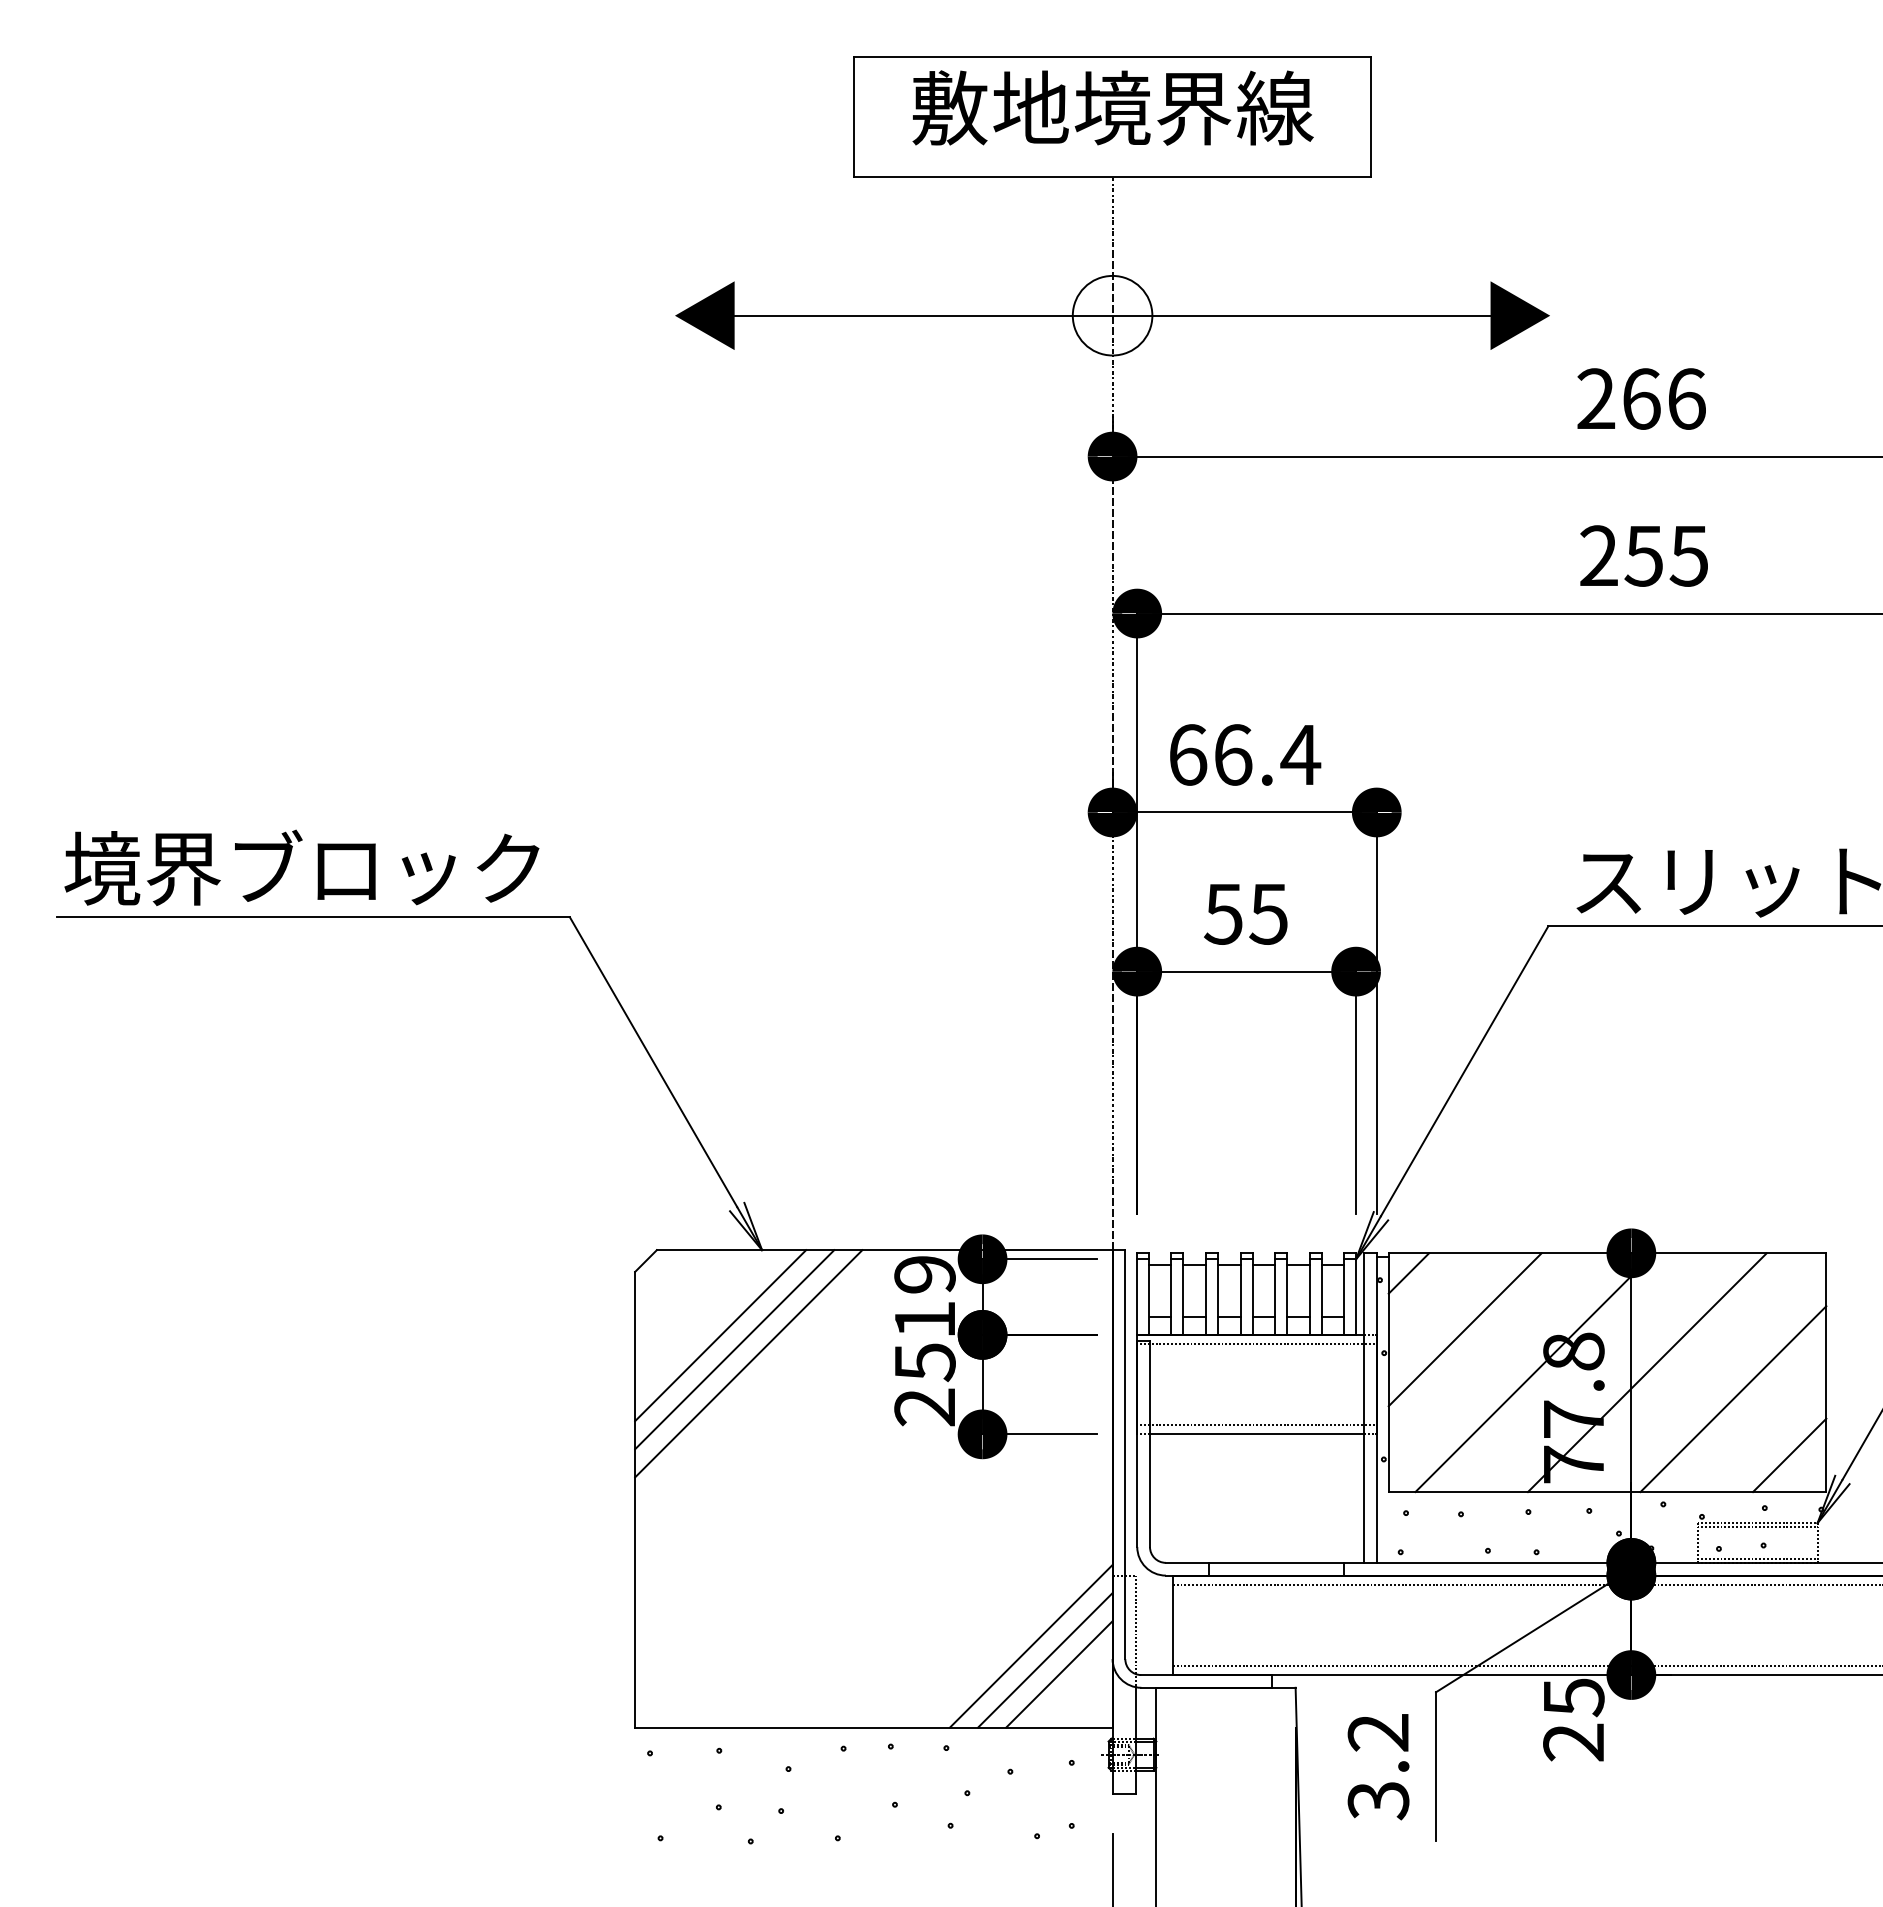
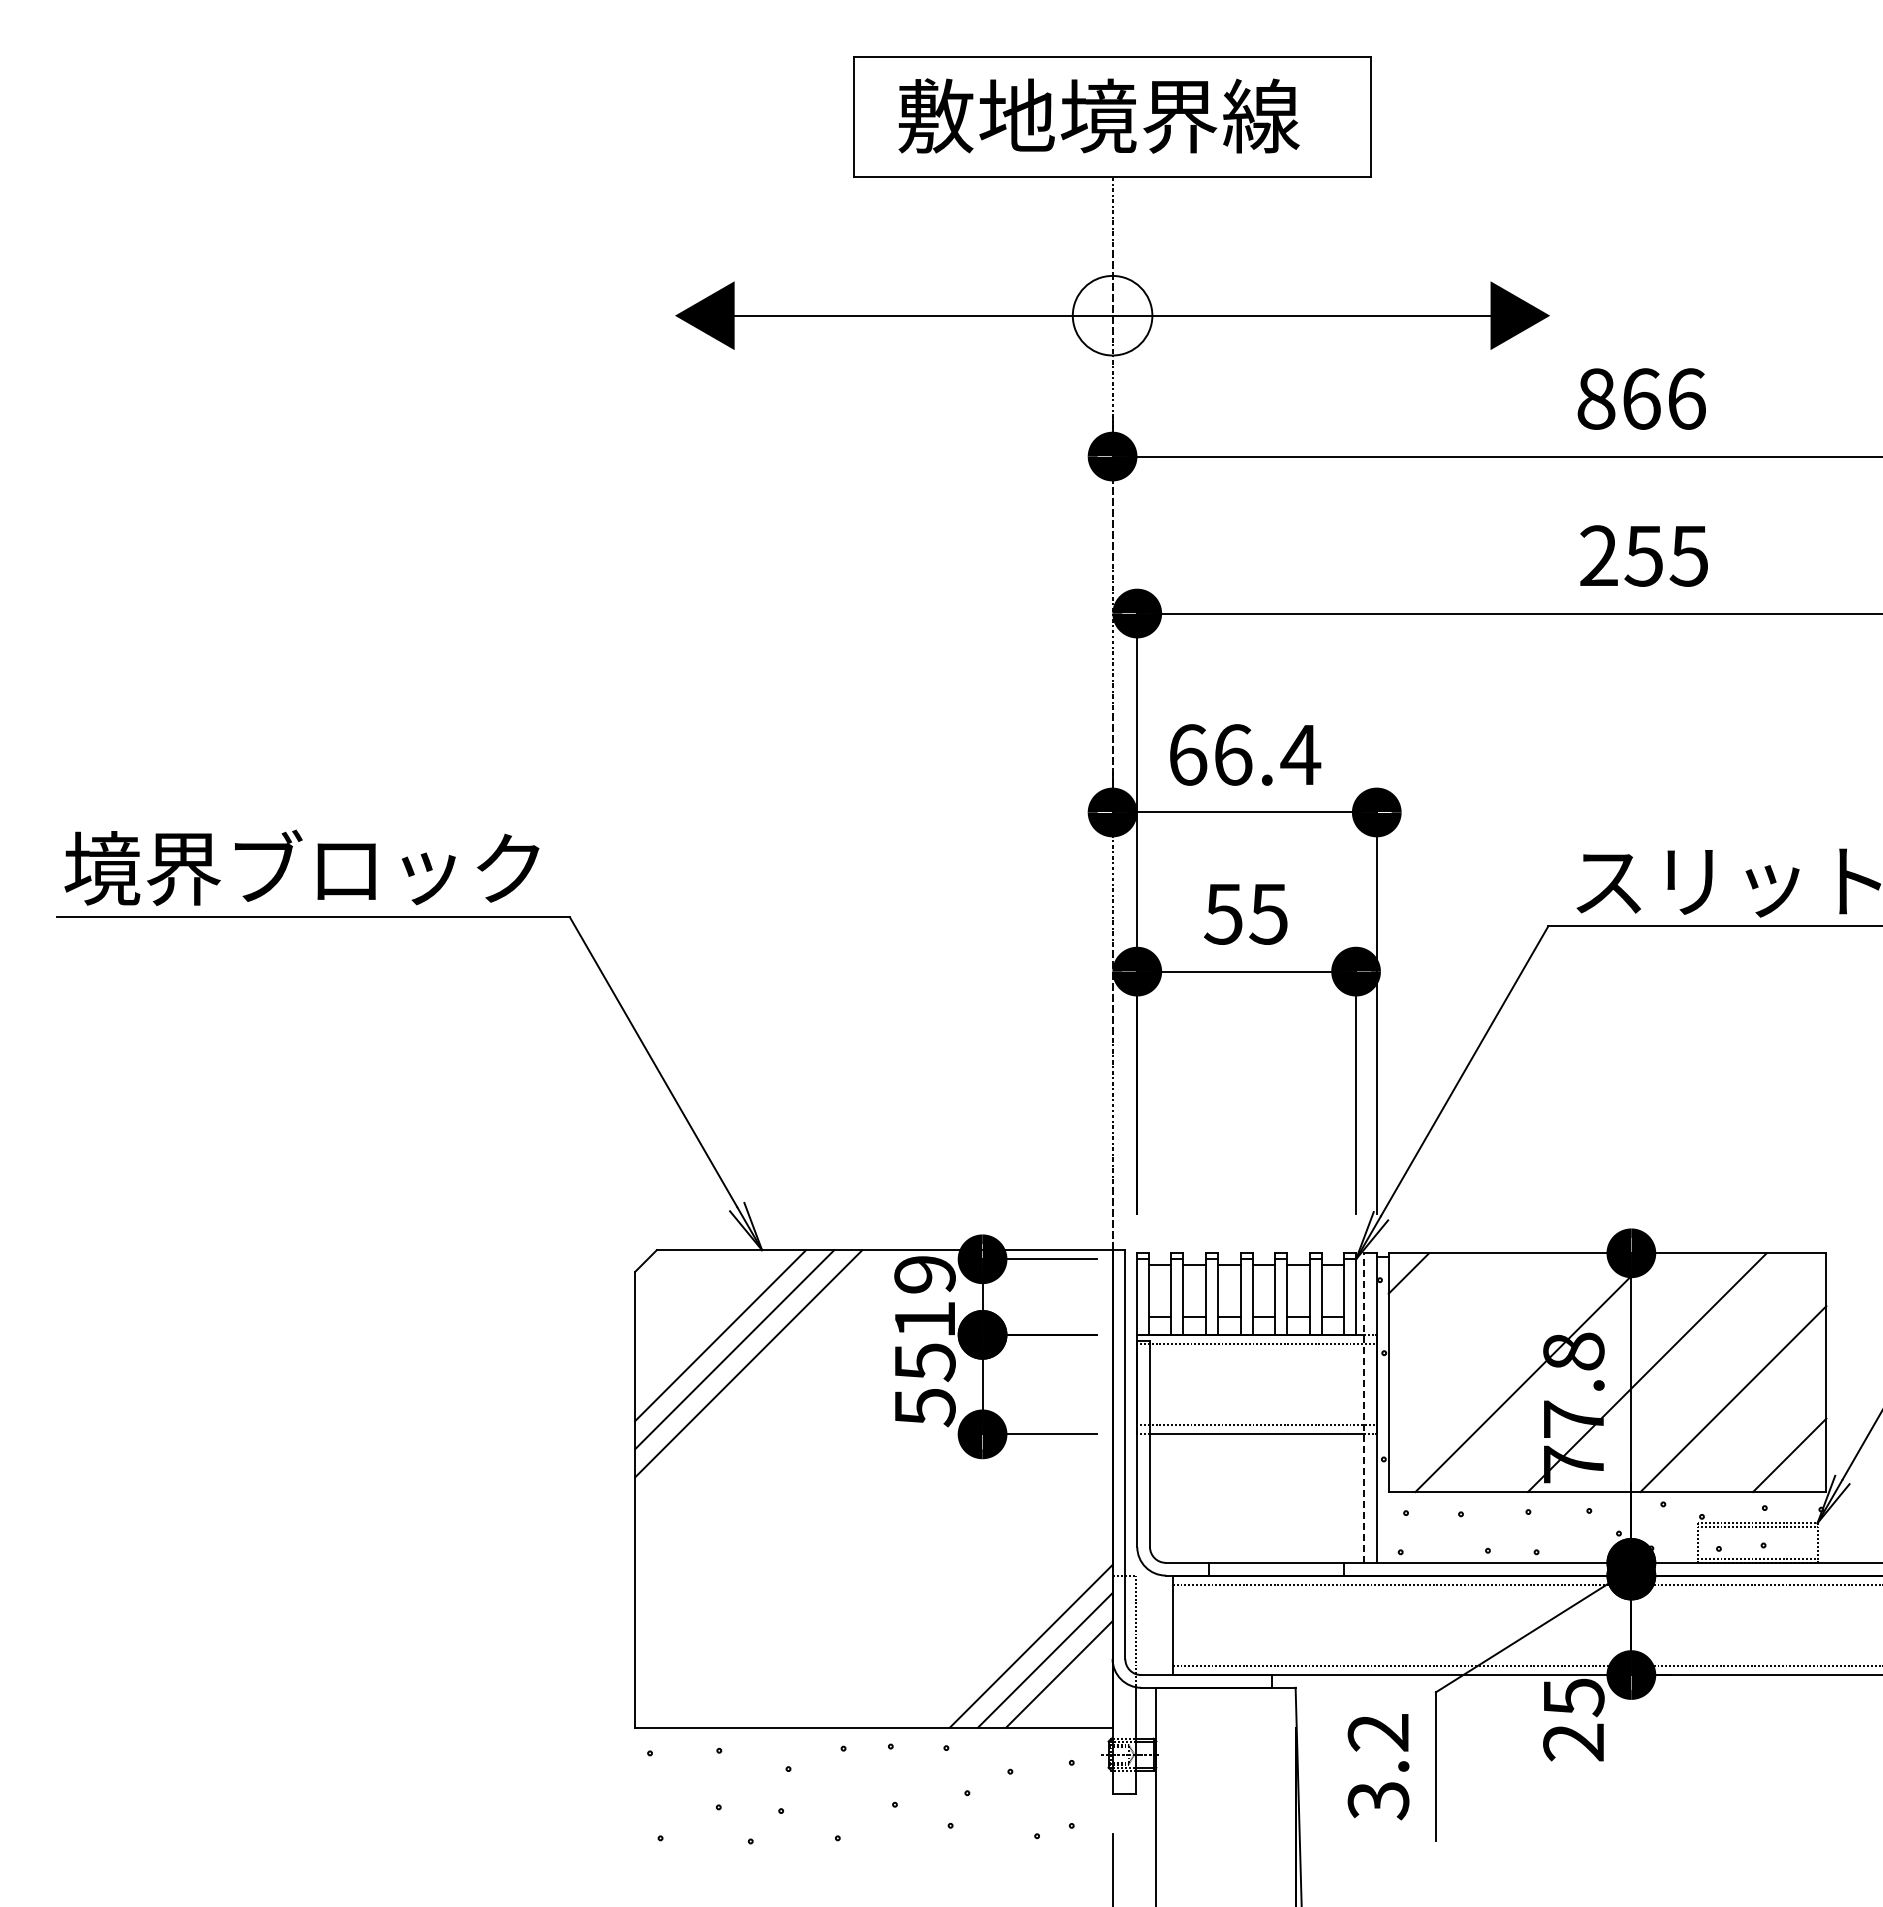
text at (1112, 107) position: (1112, 107) -> (1098, 115)
text at (1596, 398): 266 -> 866
line at (1464, 1329): present -> none
text at (924, 1407): 25 -> 55
line at (1364, 1408): solid -> dashed
